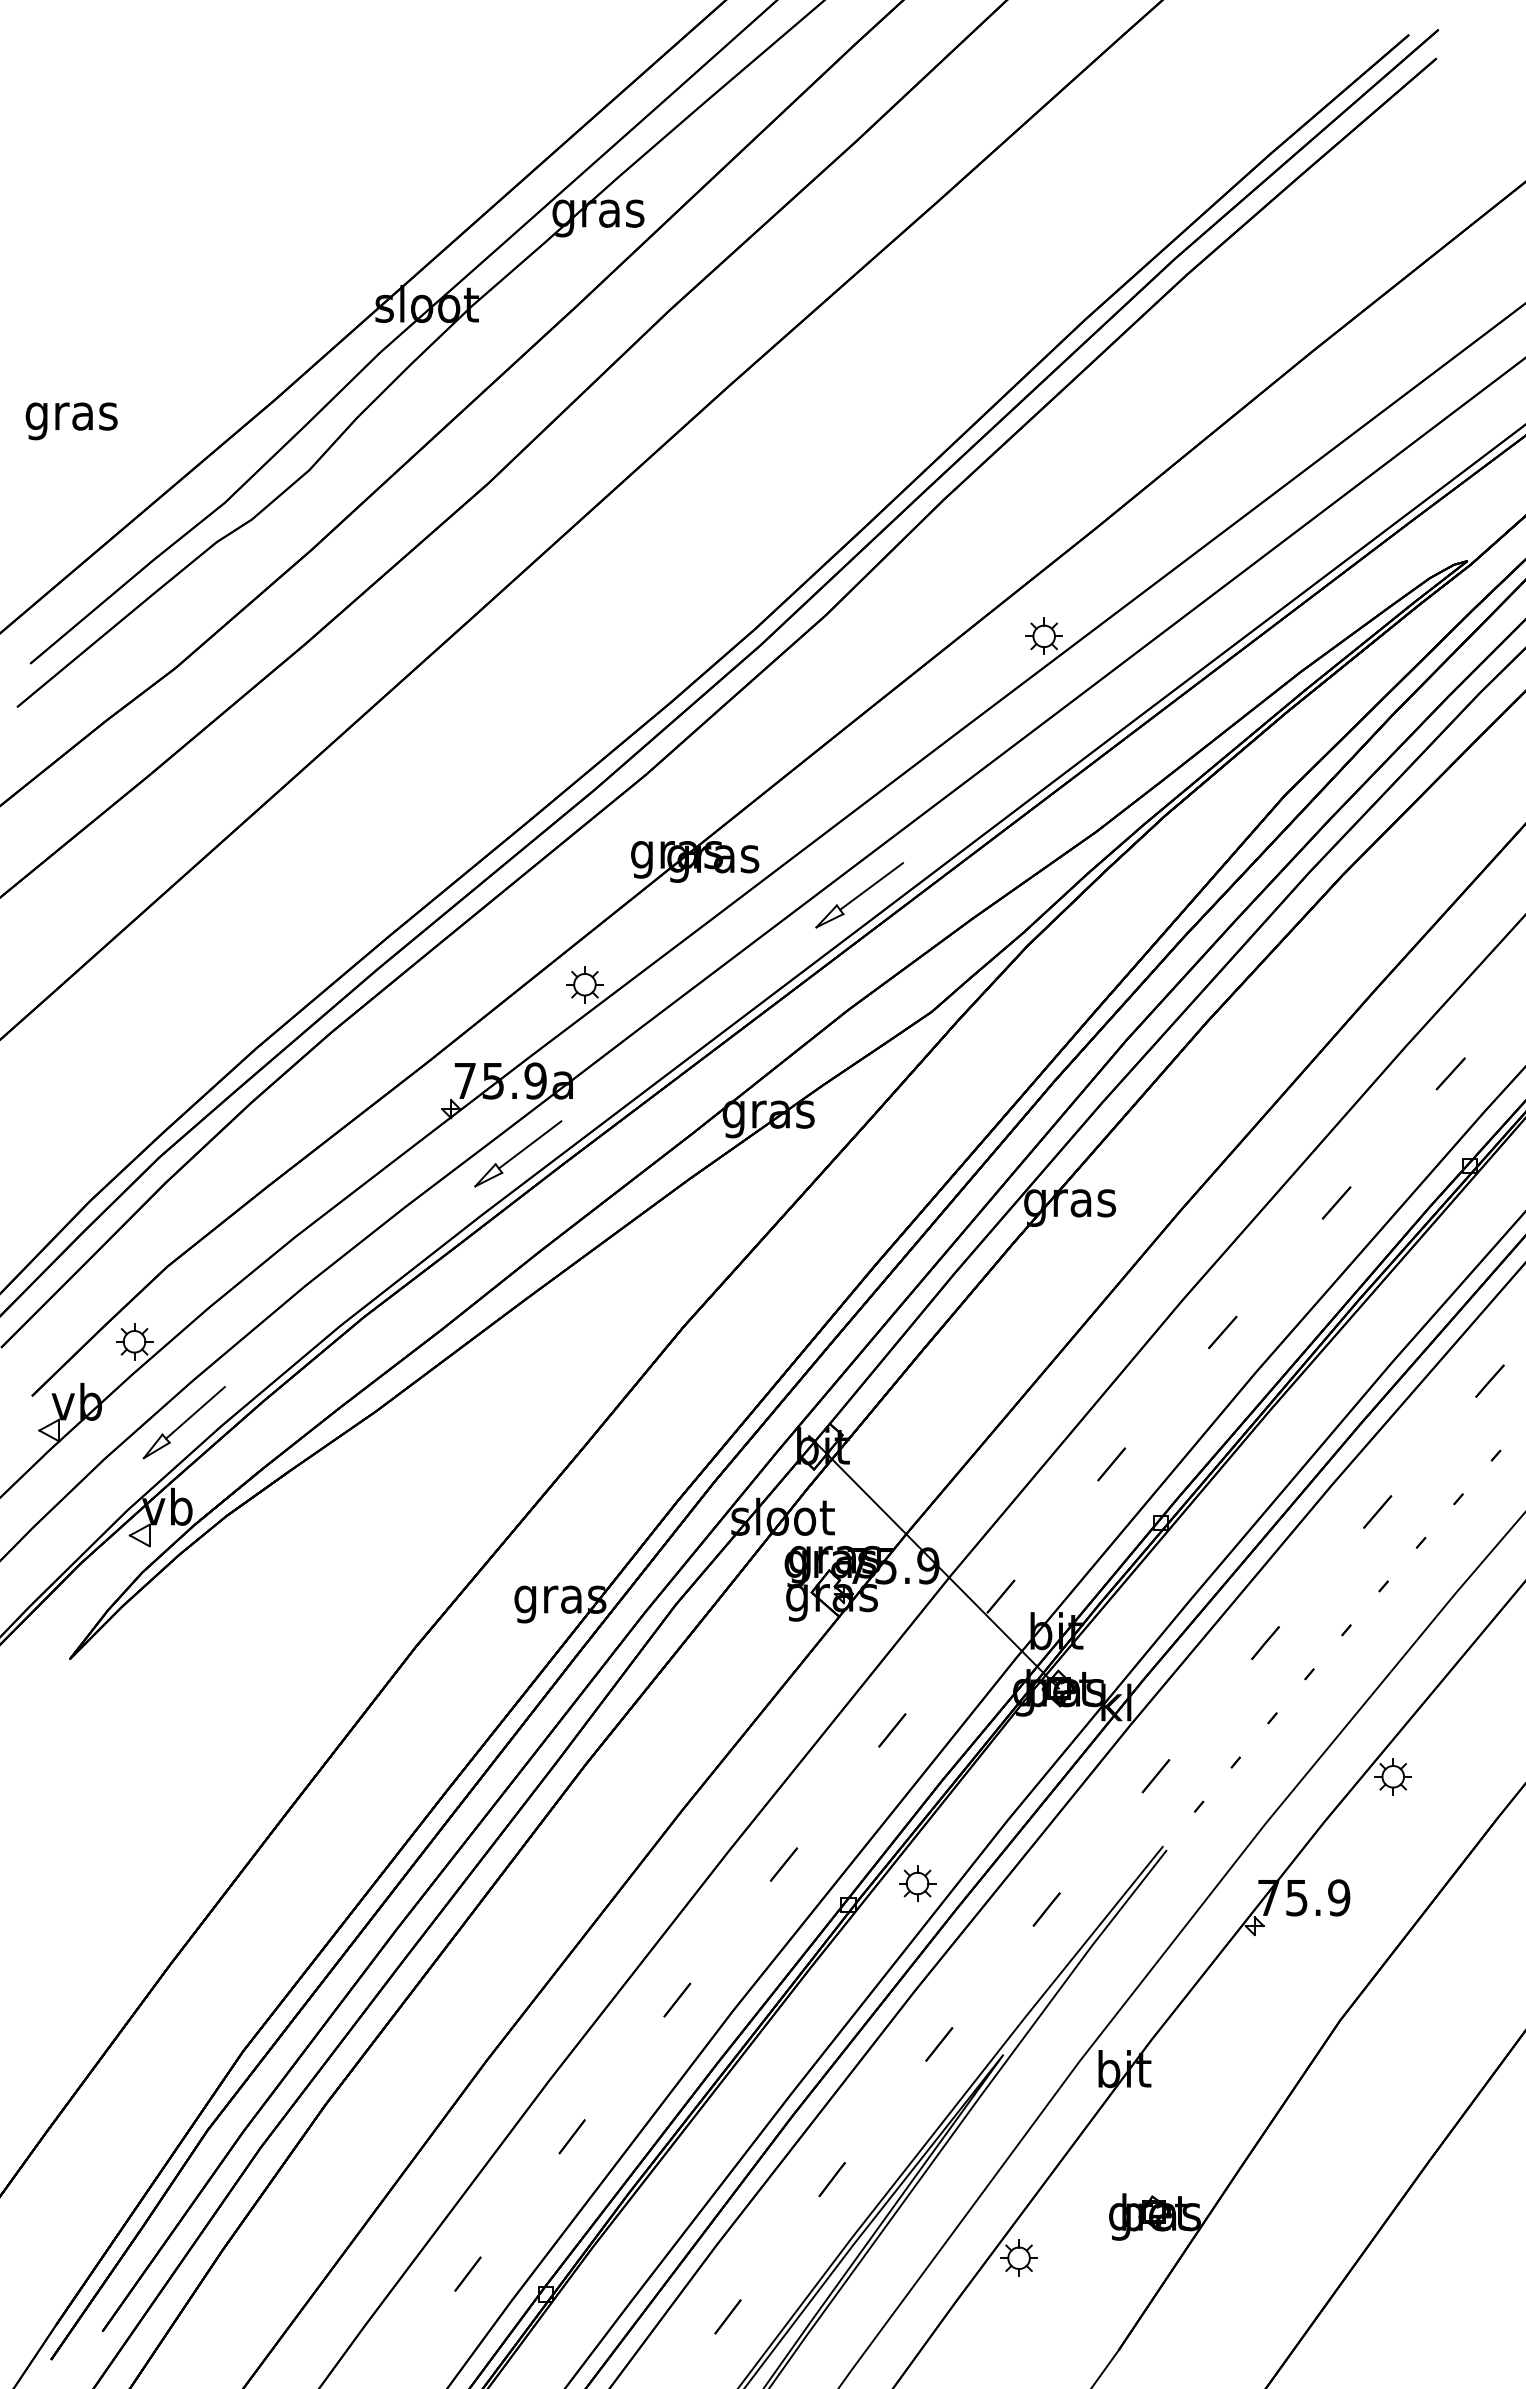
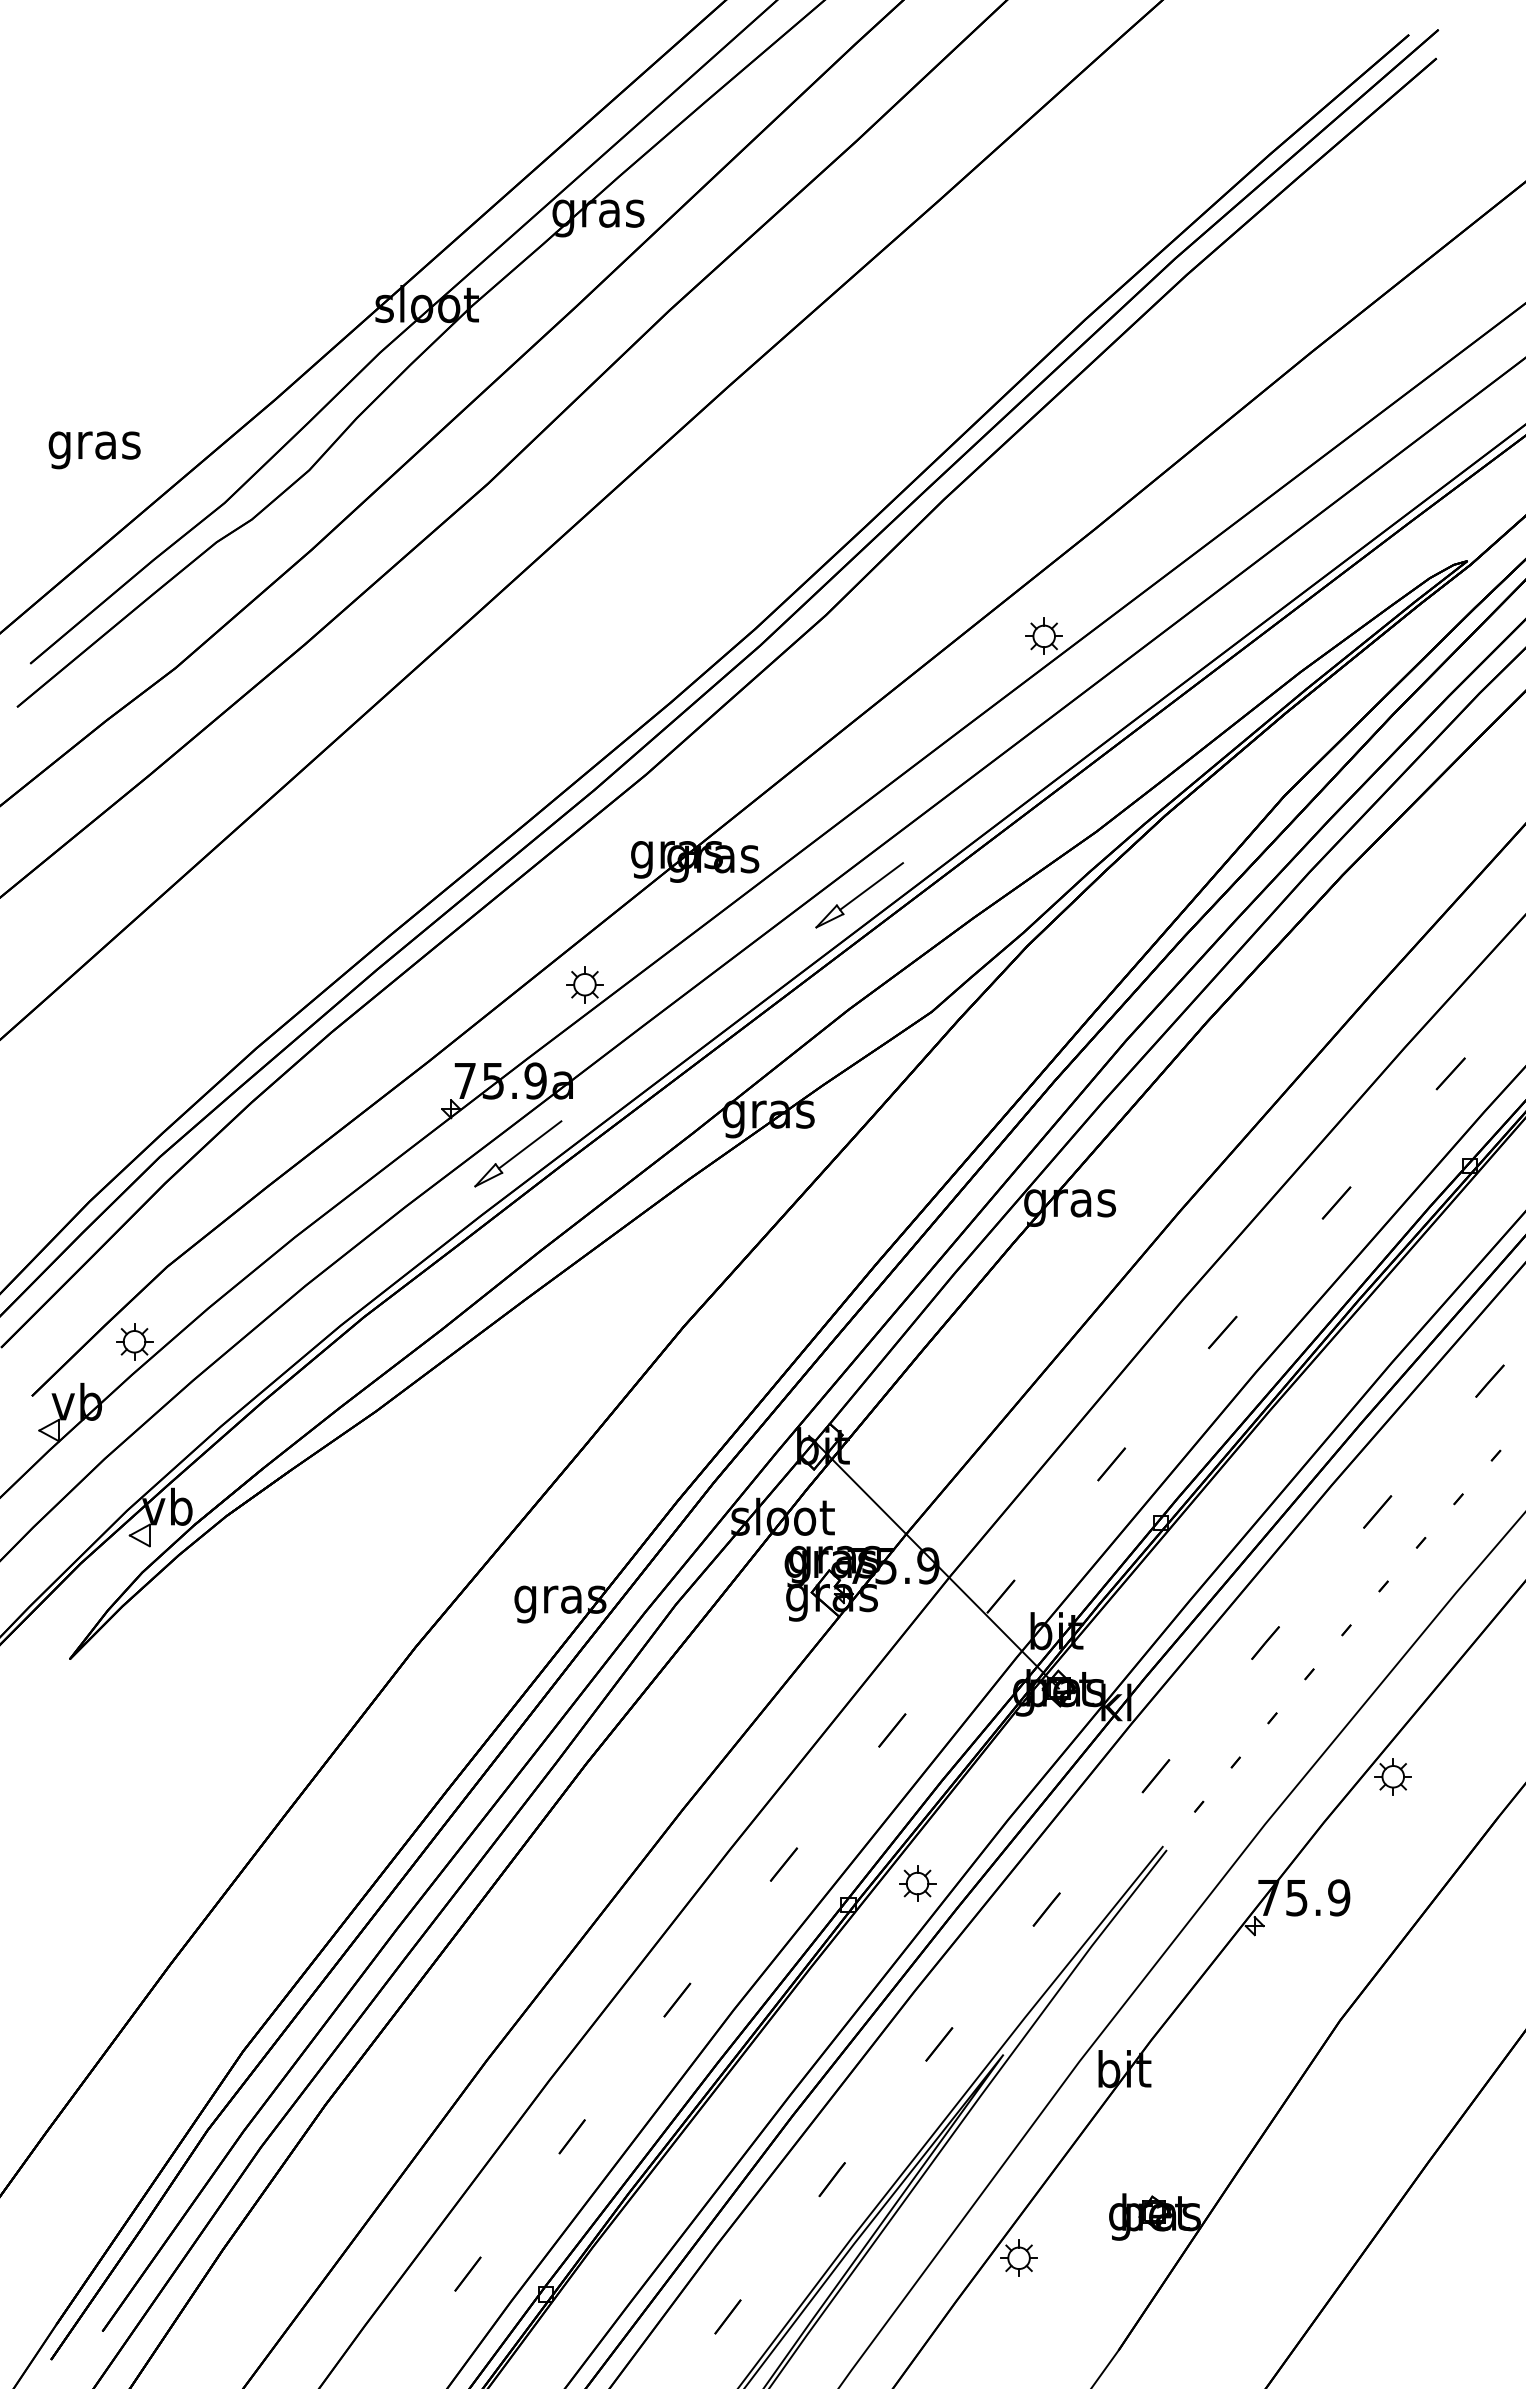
text at (71, 421) position: (71, 421) -> (94, 450)
part at (183, 1422): present -> none
